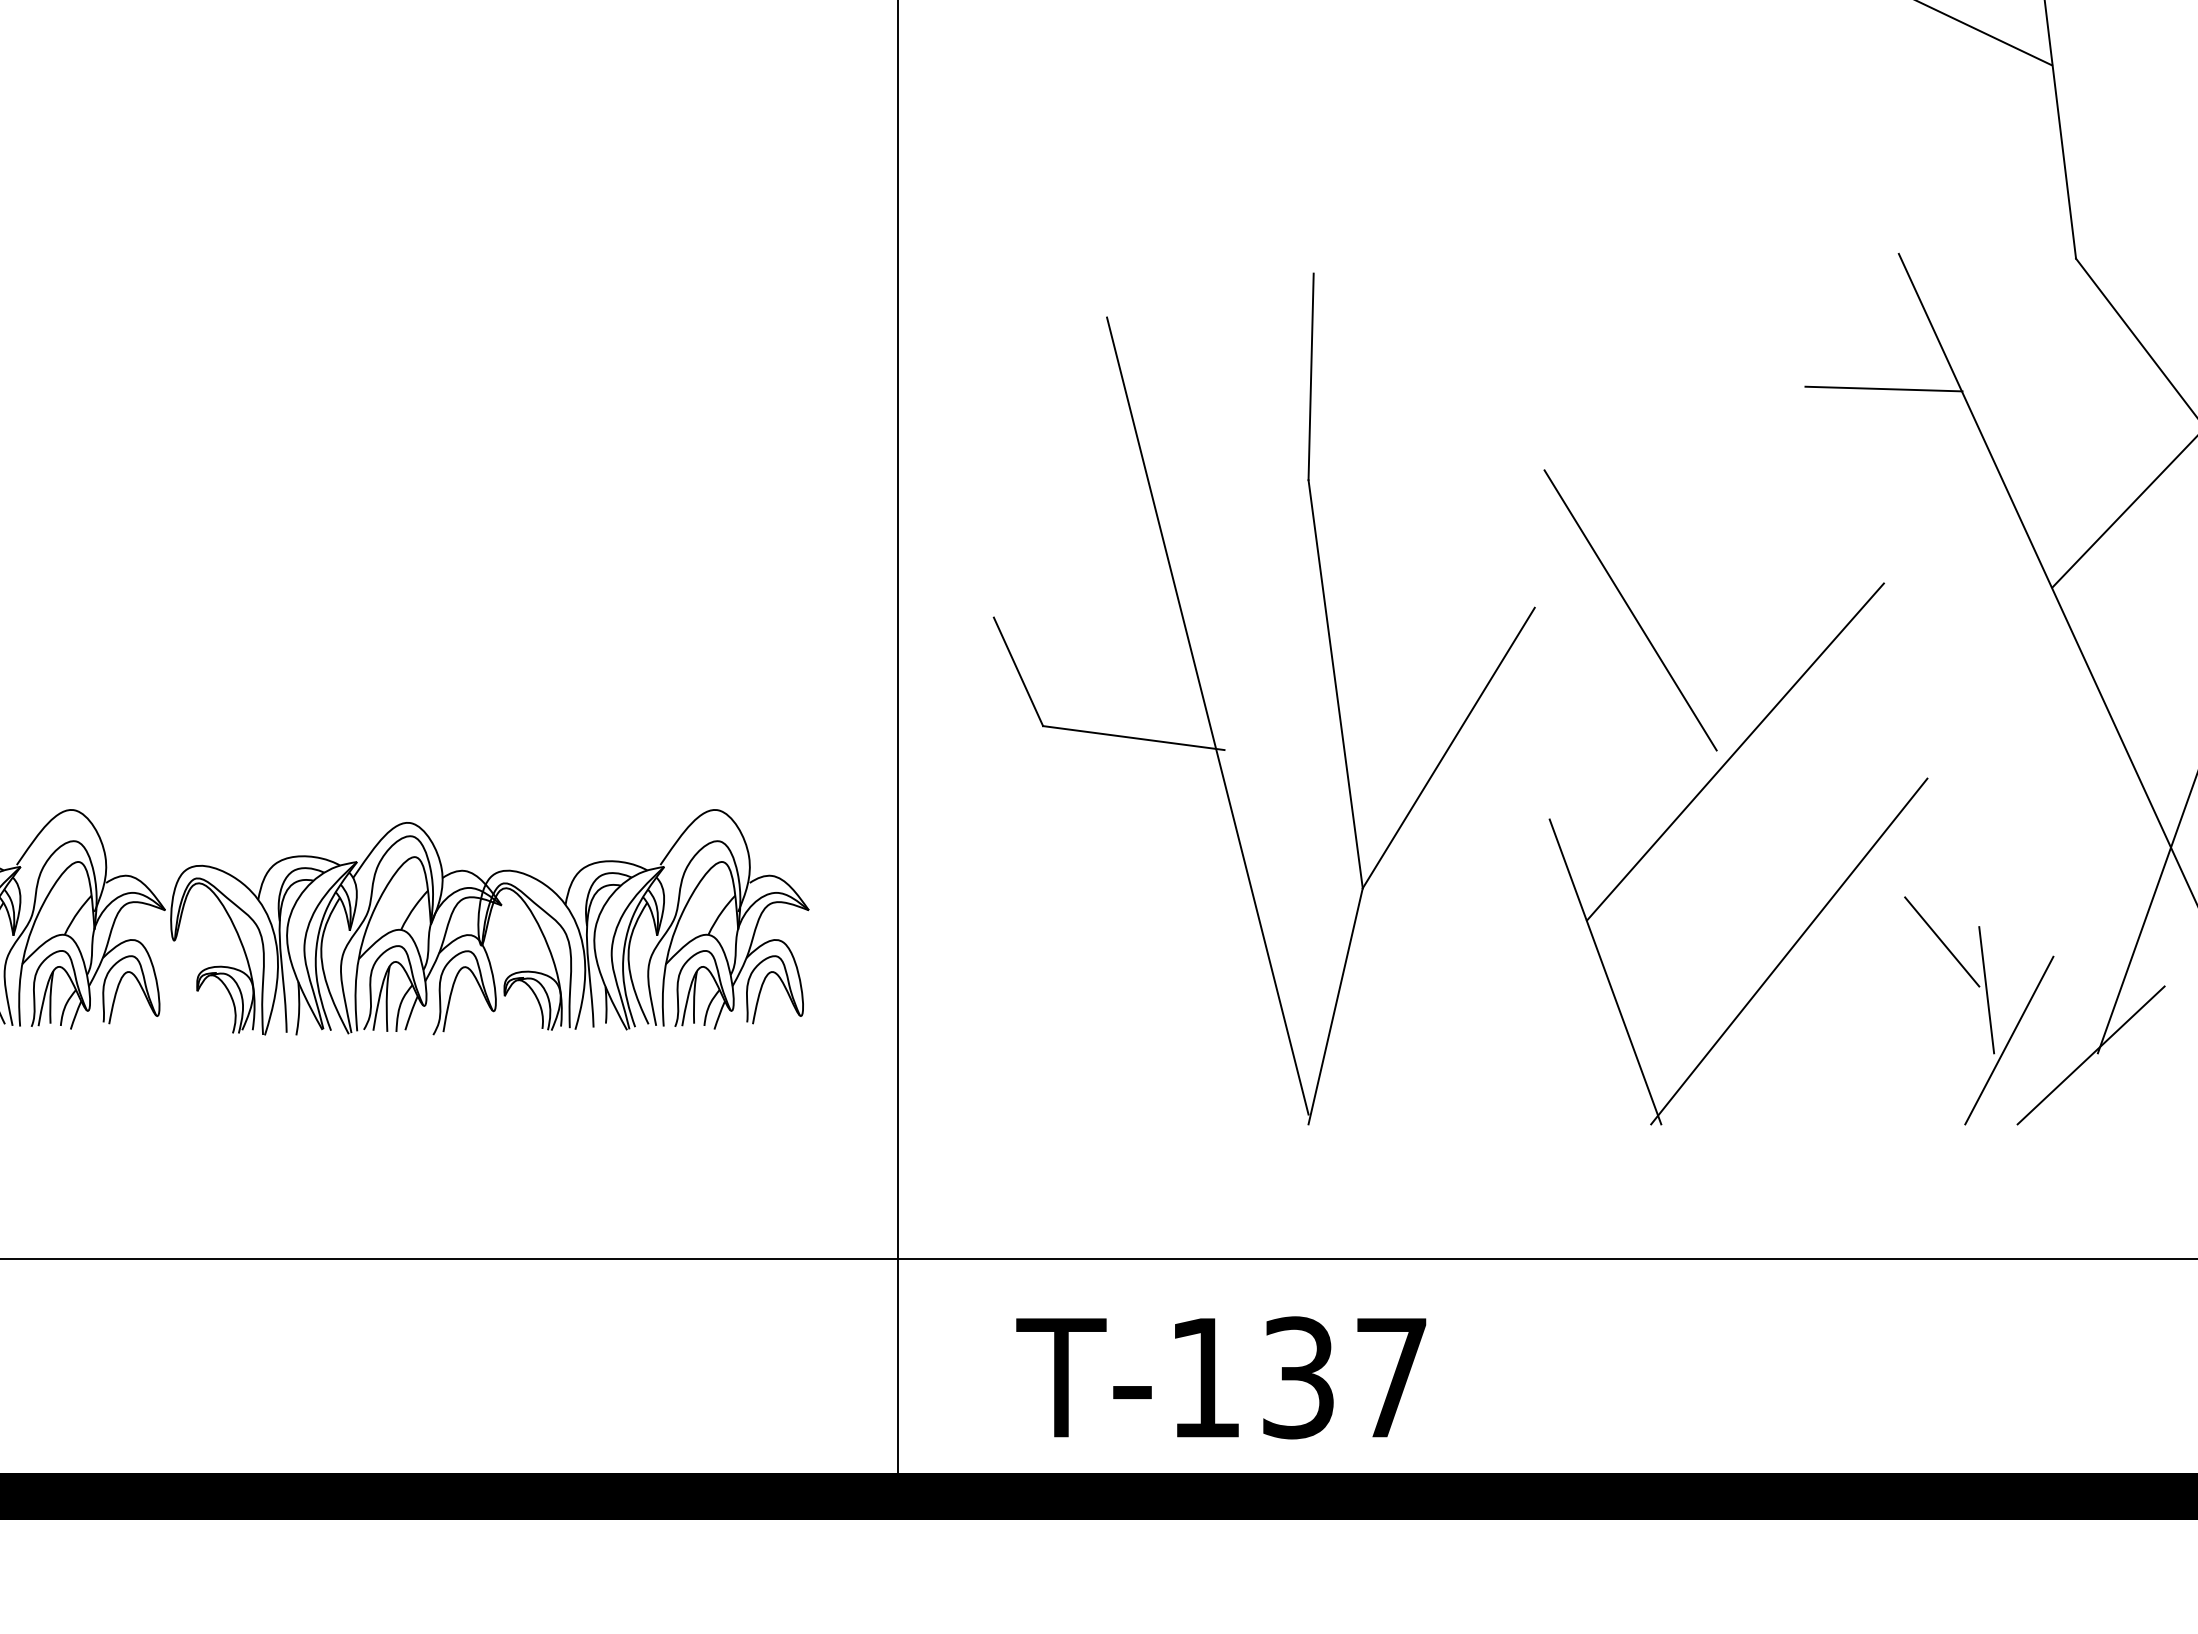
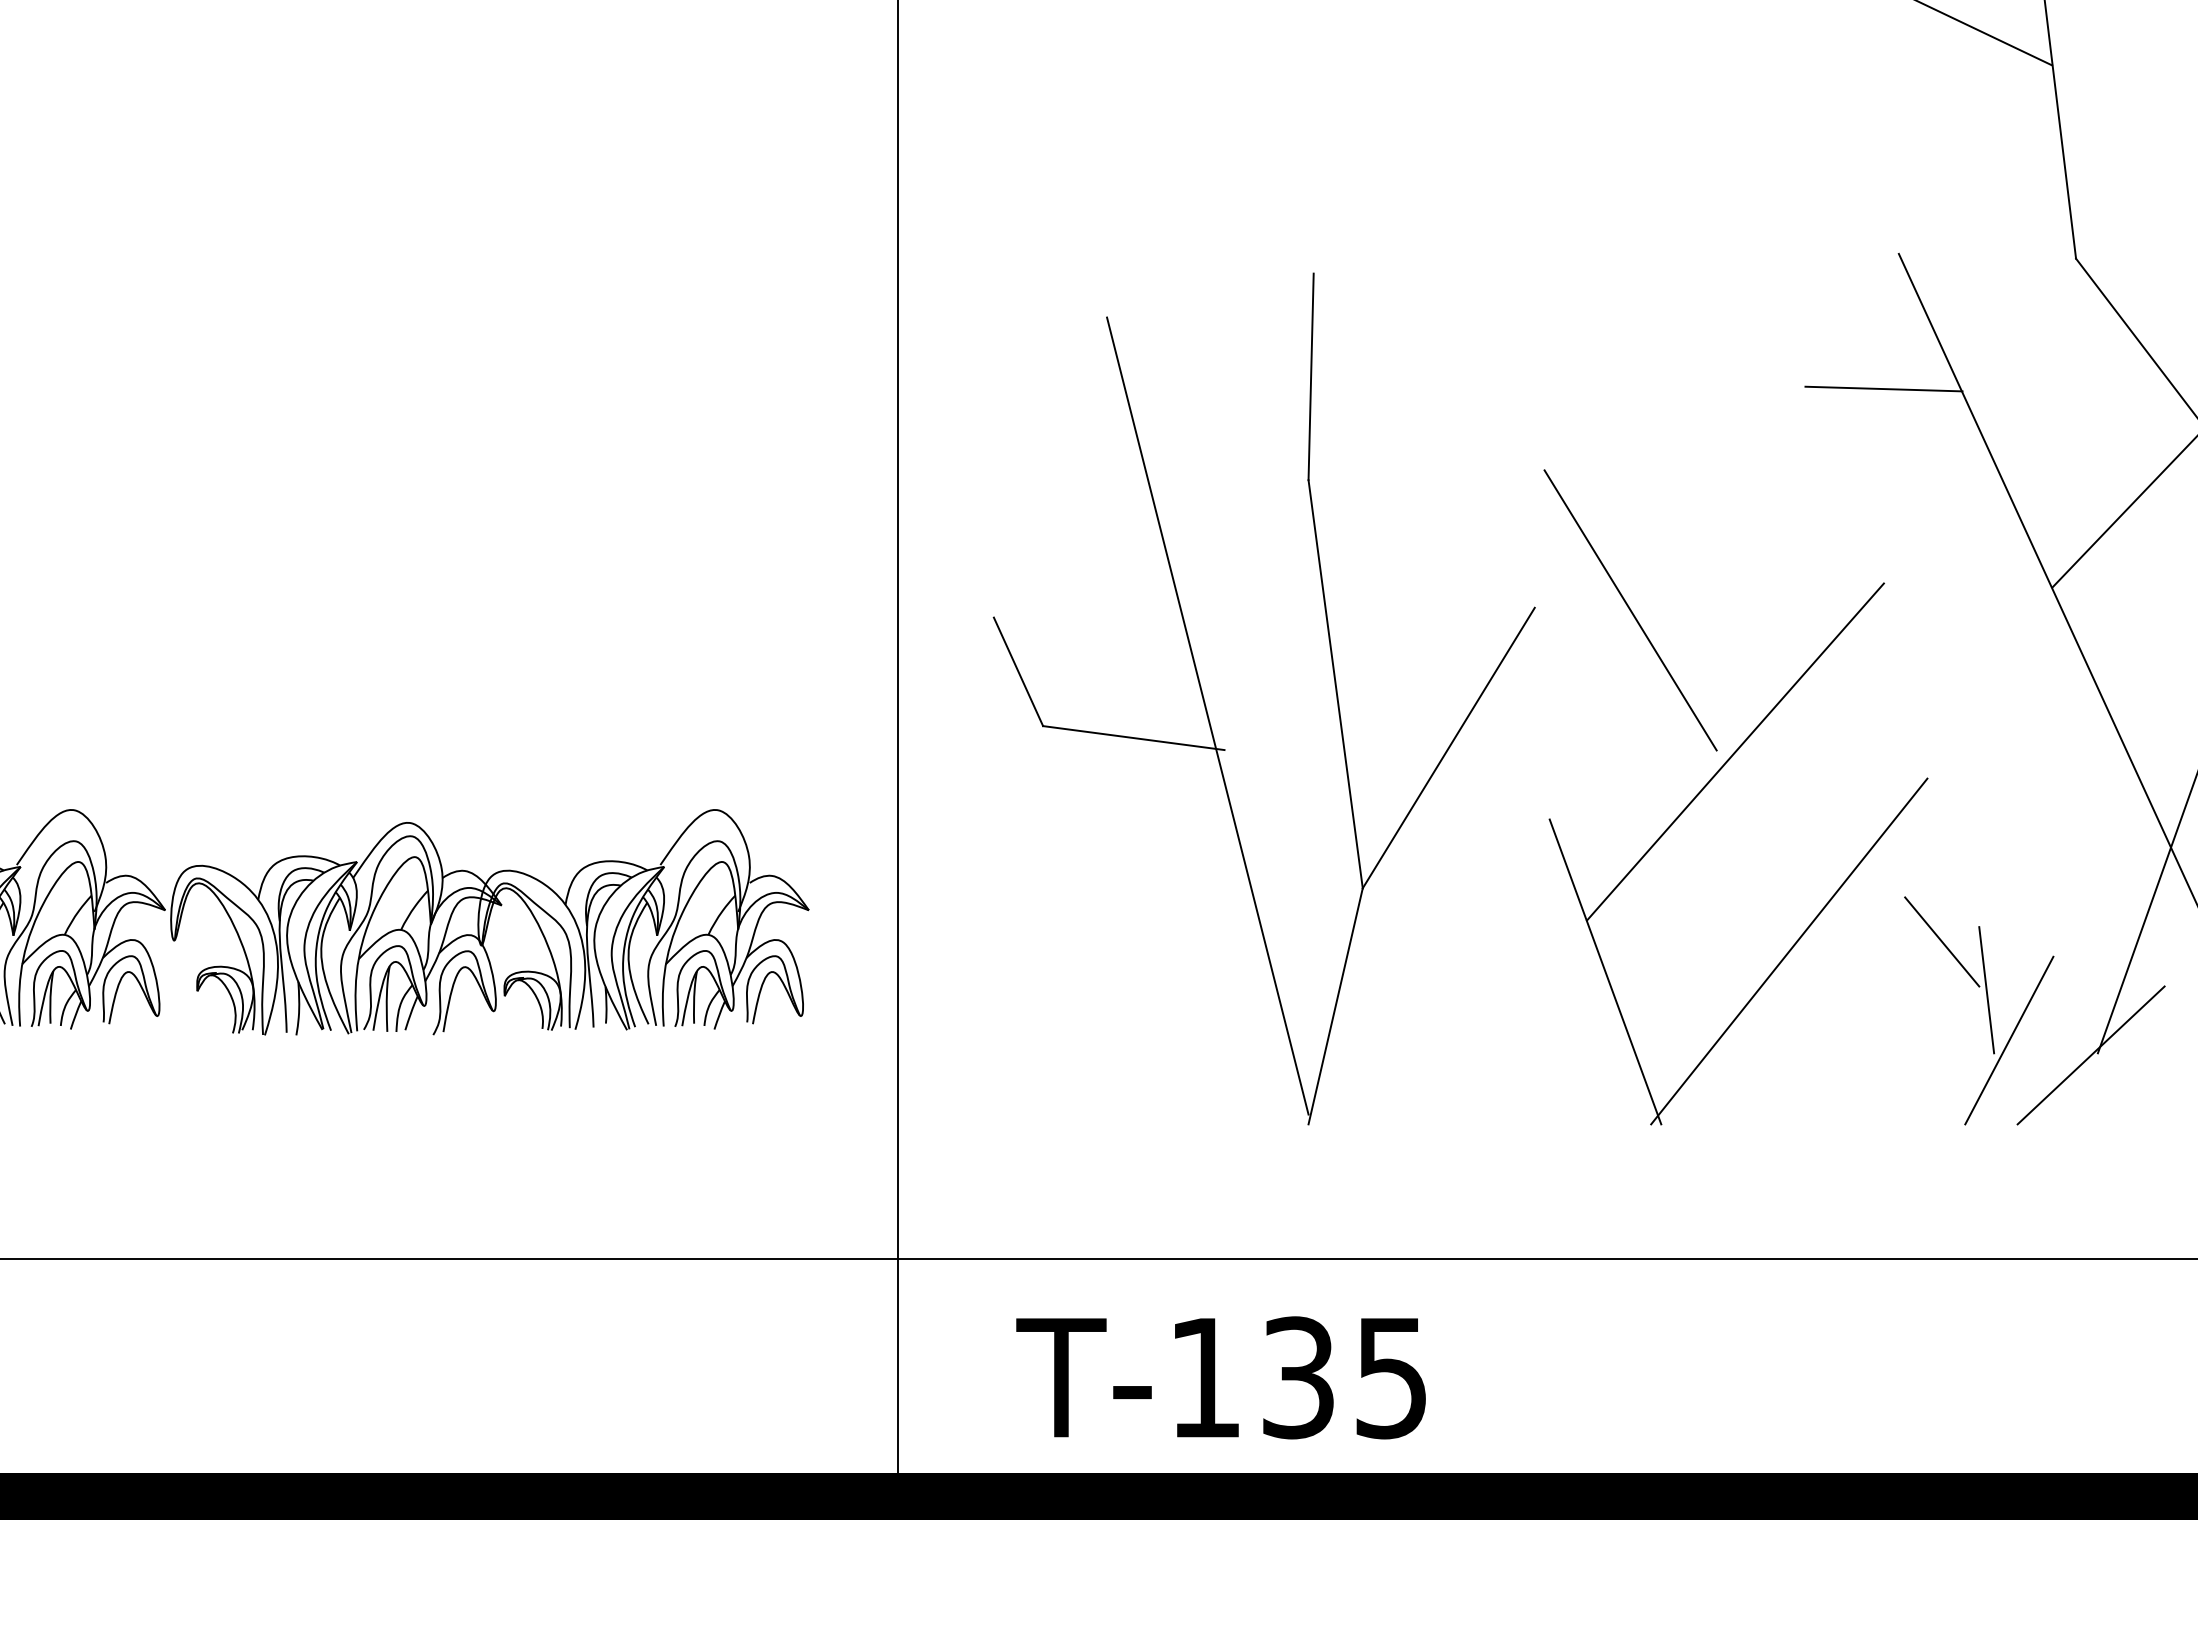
text at (1391, 1378): T-137 -> T-135
